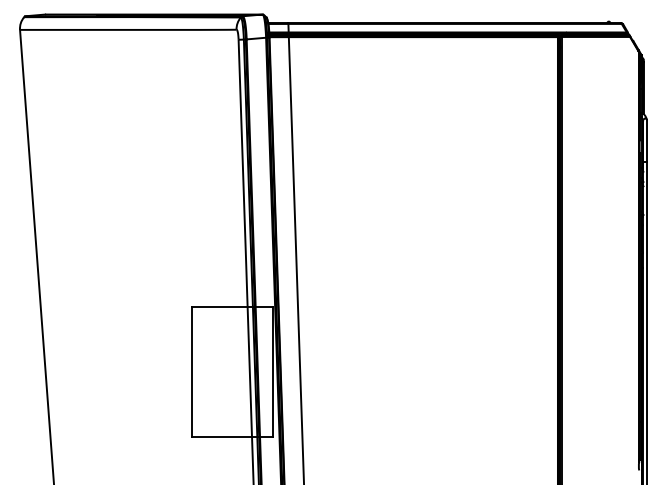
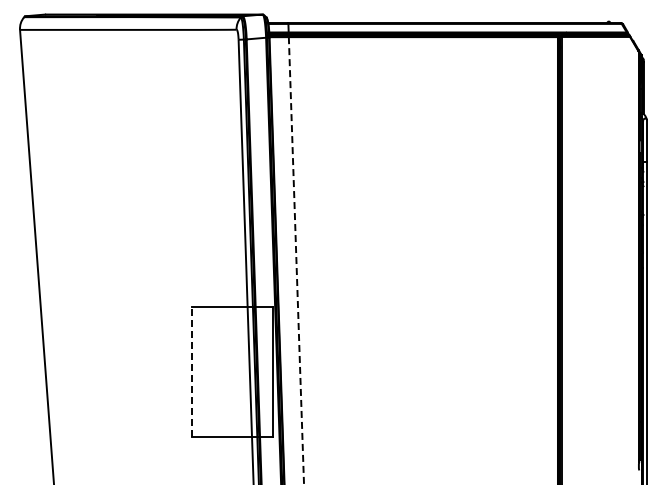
line at (296, 260): solid -> dashed
line at (191, 371): solid -> dashed
